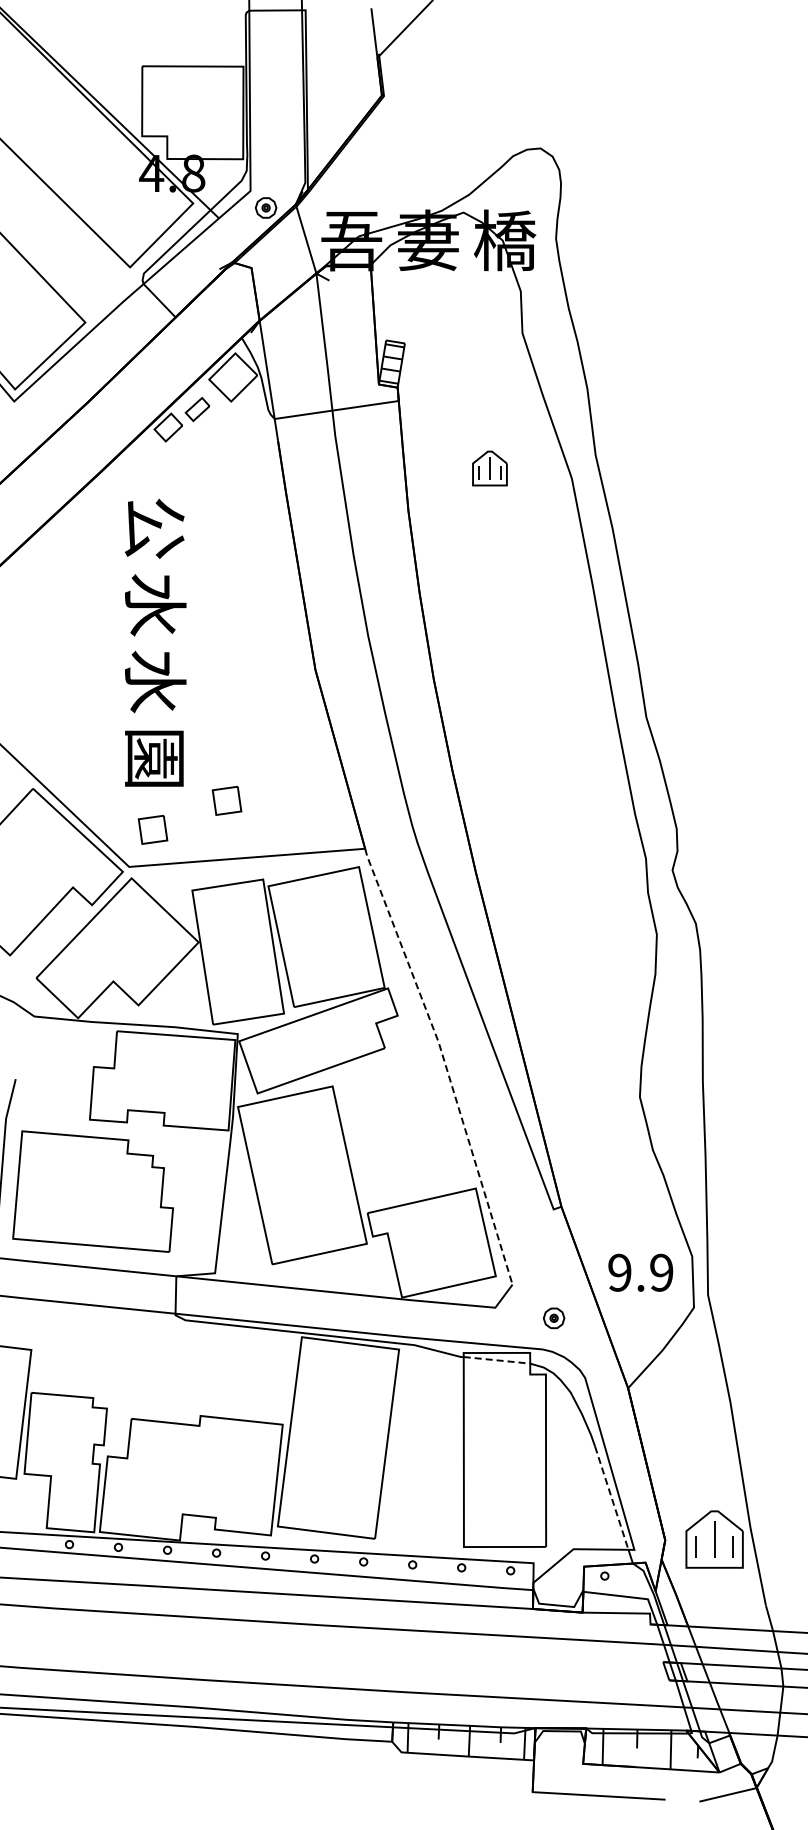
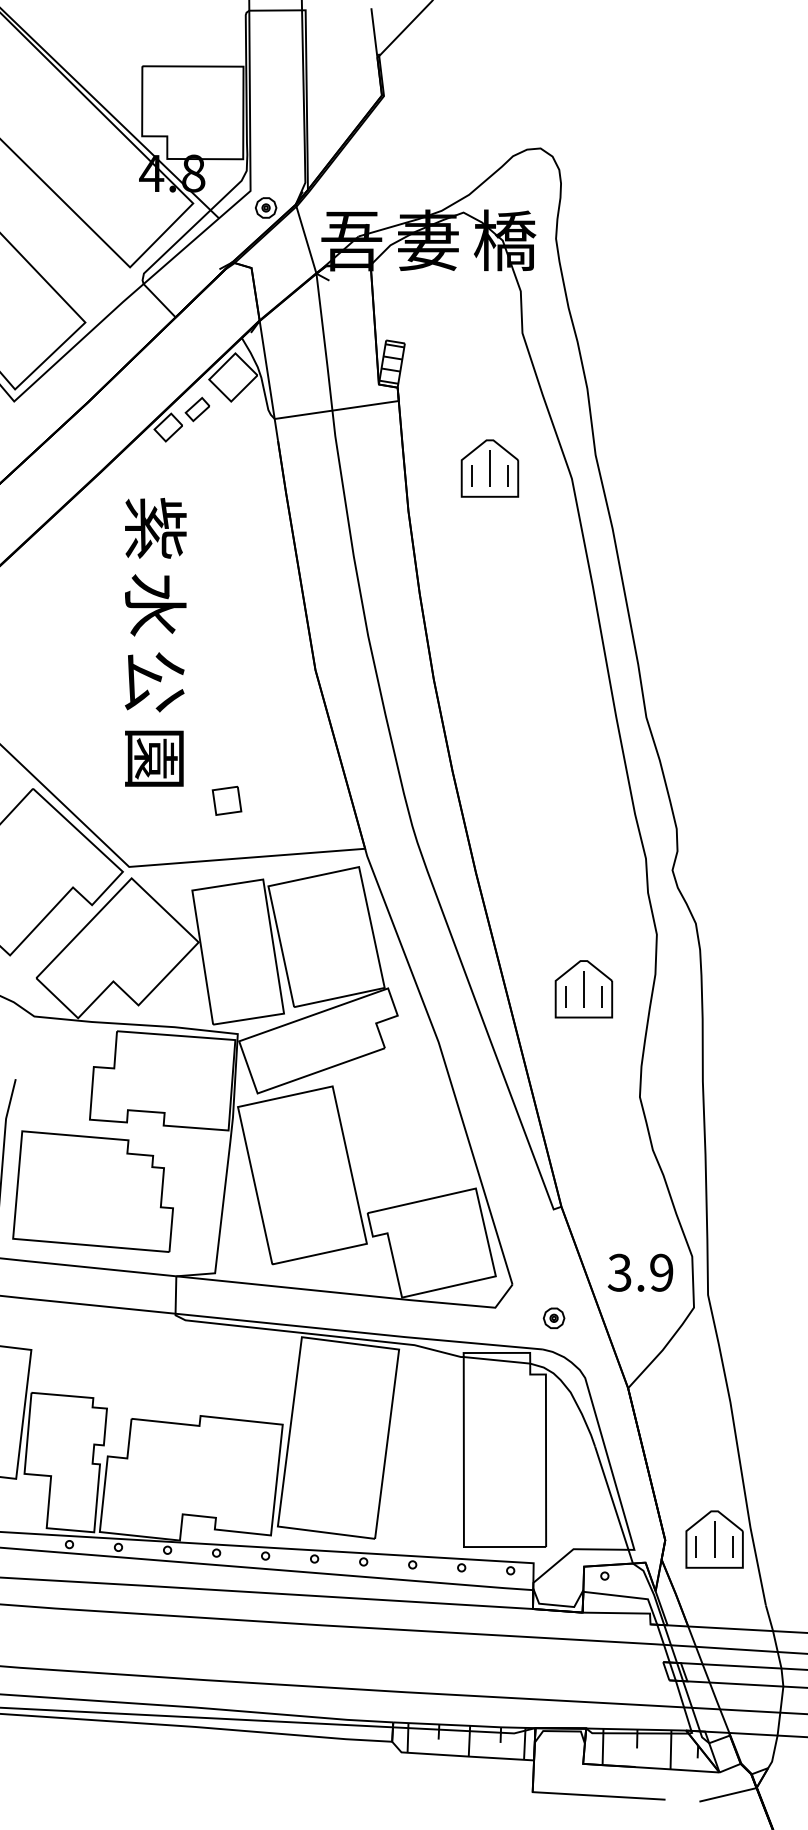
part at (489, 468) size: 36x37 px -> 60x59 px
text at (155, 527): 公 -> 紫
text at (155, 681): 水 -> 公
part at (152, 829): present -> none
part at (583, 989): none -> present
line at (445, 1063): dashed -> solid
text at (619, 1272): 9.9 -> 3.9
line at (497, 1360): dashed -> solid
line at (611, 1498): dashed -> solid
